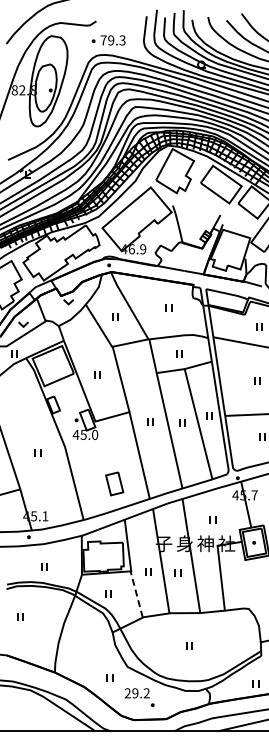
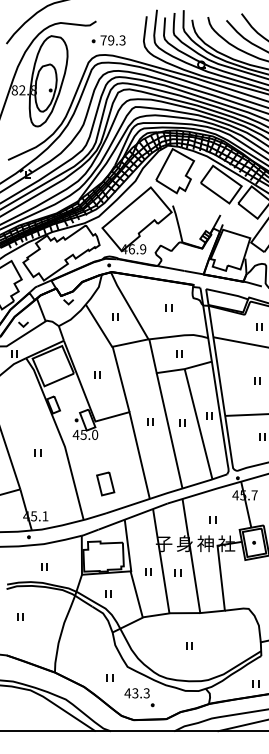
part at (114, 483) position: (114, 483) -> (105, 483)
line at (136, 594): dashed -> solid
text at (136, 693): 29.2 -> 43.3
